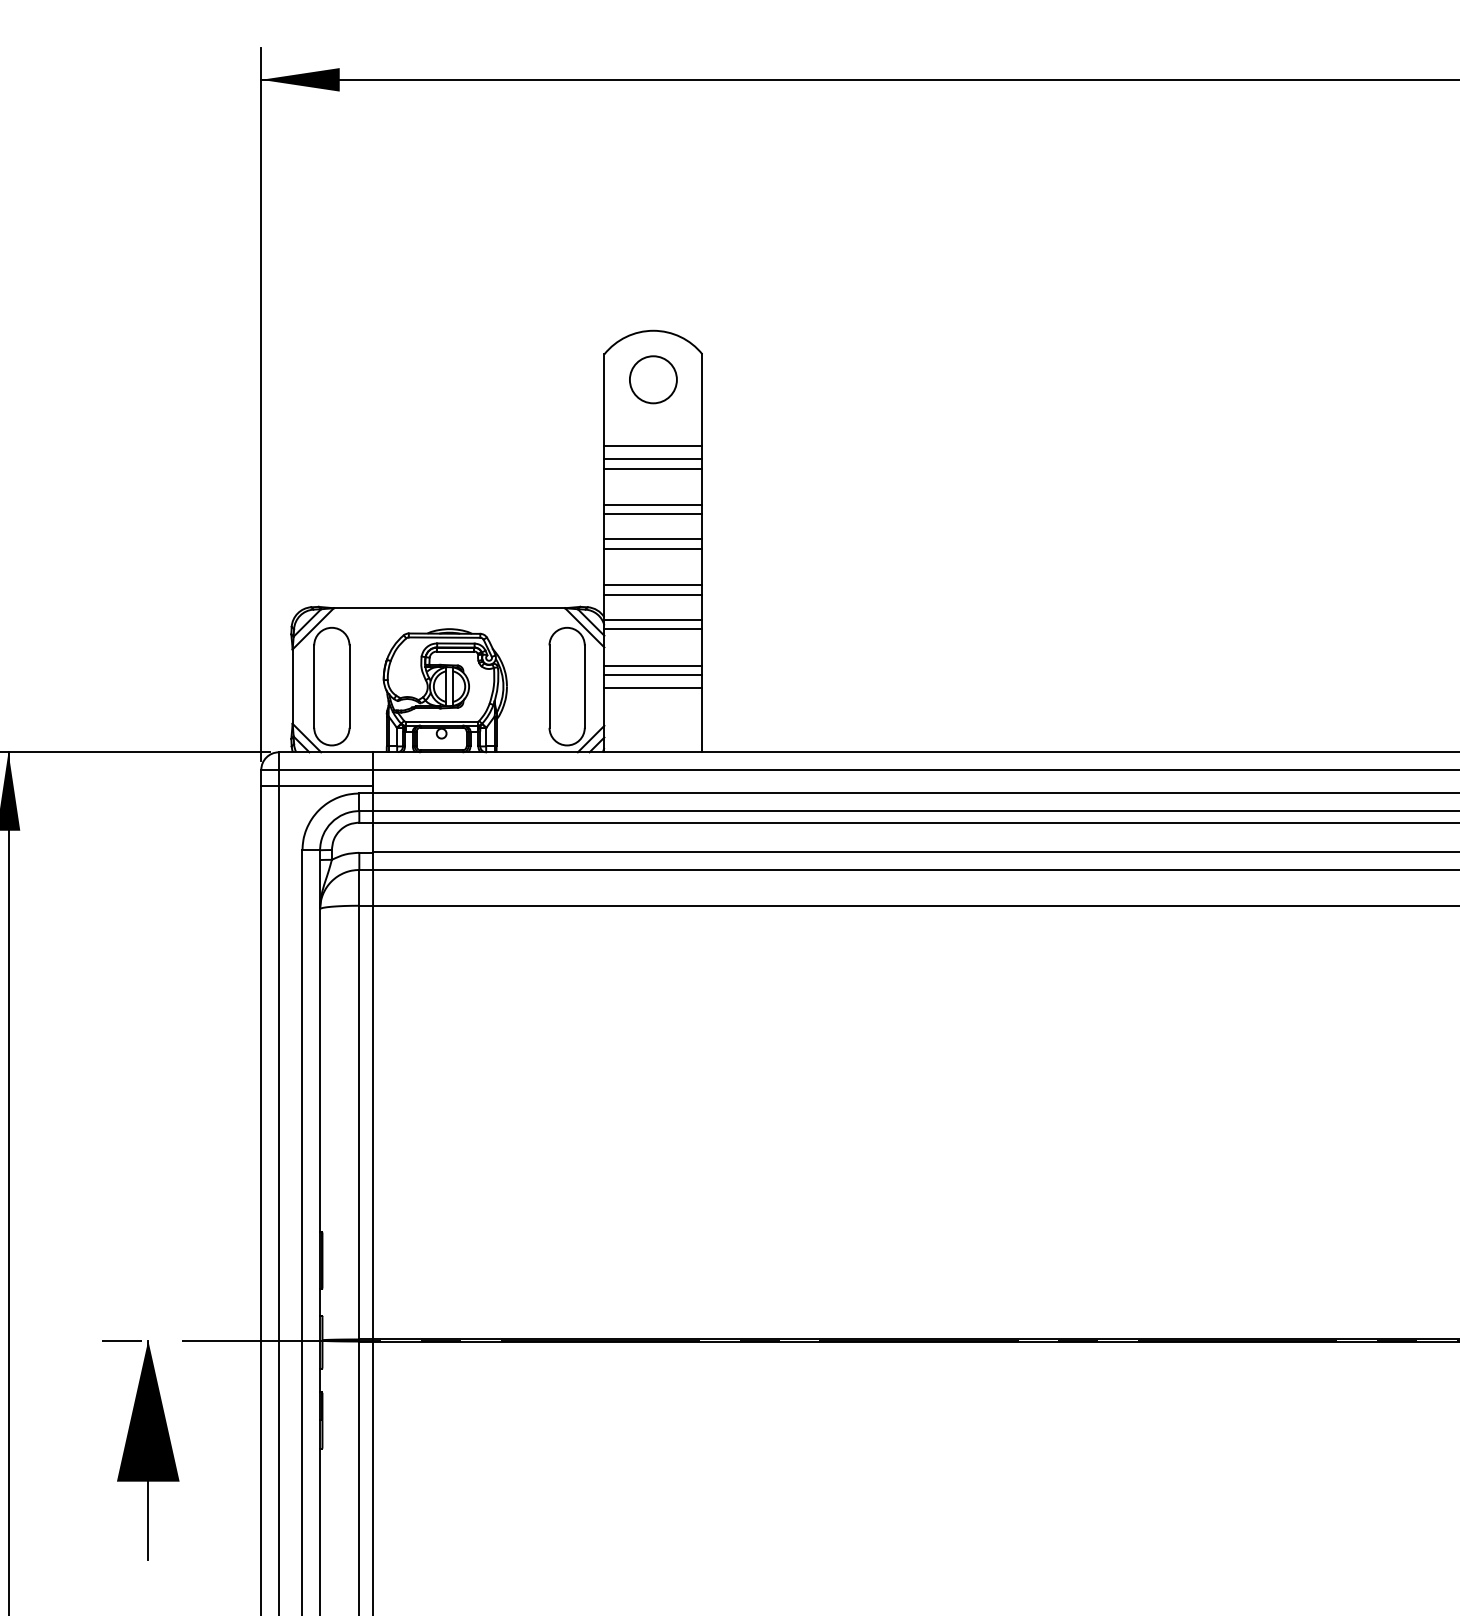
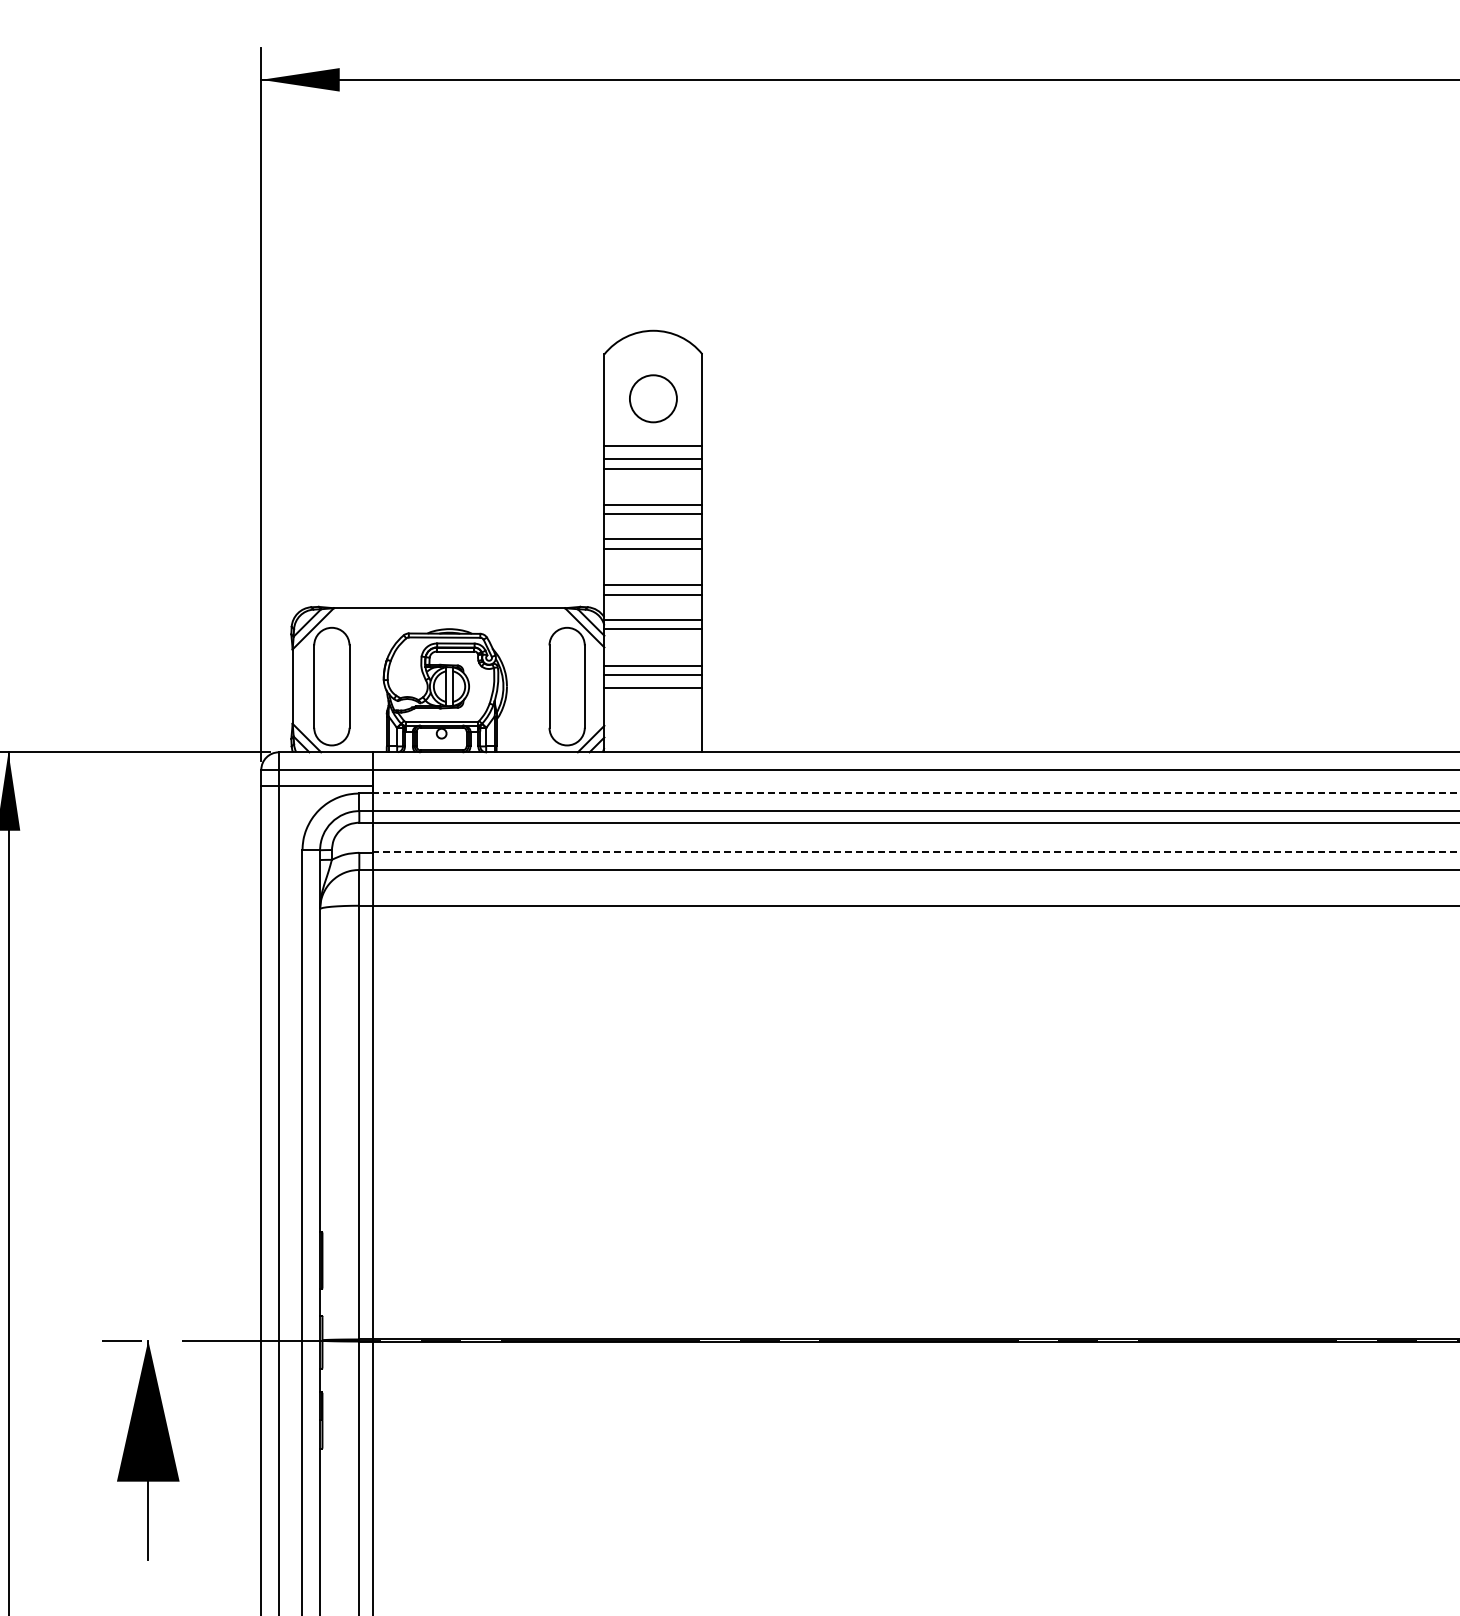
circle at (653, 379) position: (653, 379) -> (653, 398)
line at (916, 793): solid -> dashed
line at (916, 852): solid -> dashed
